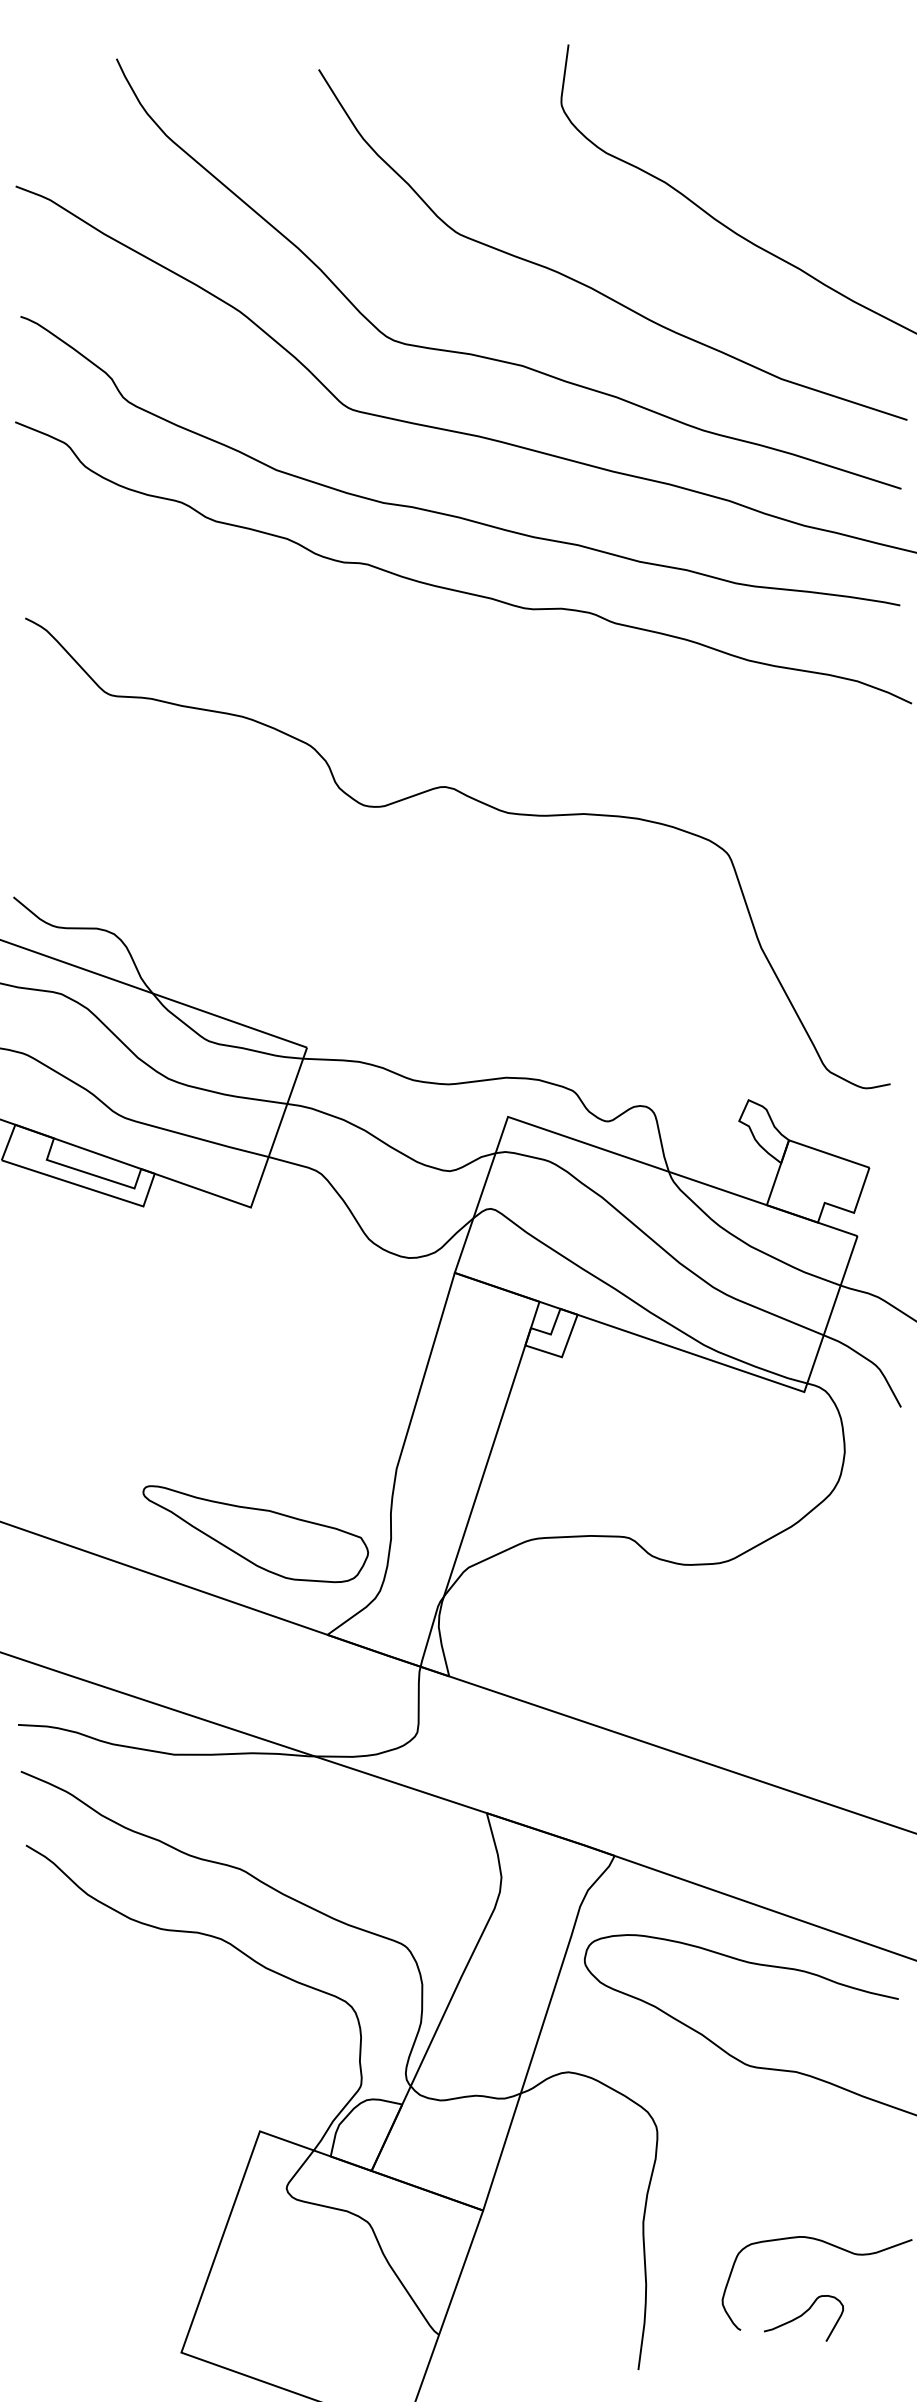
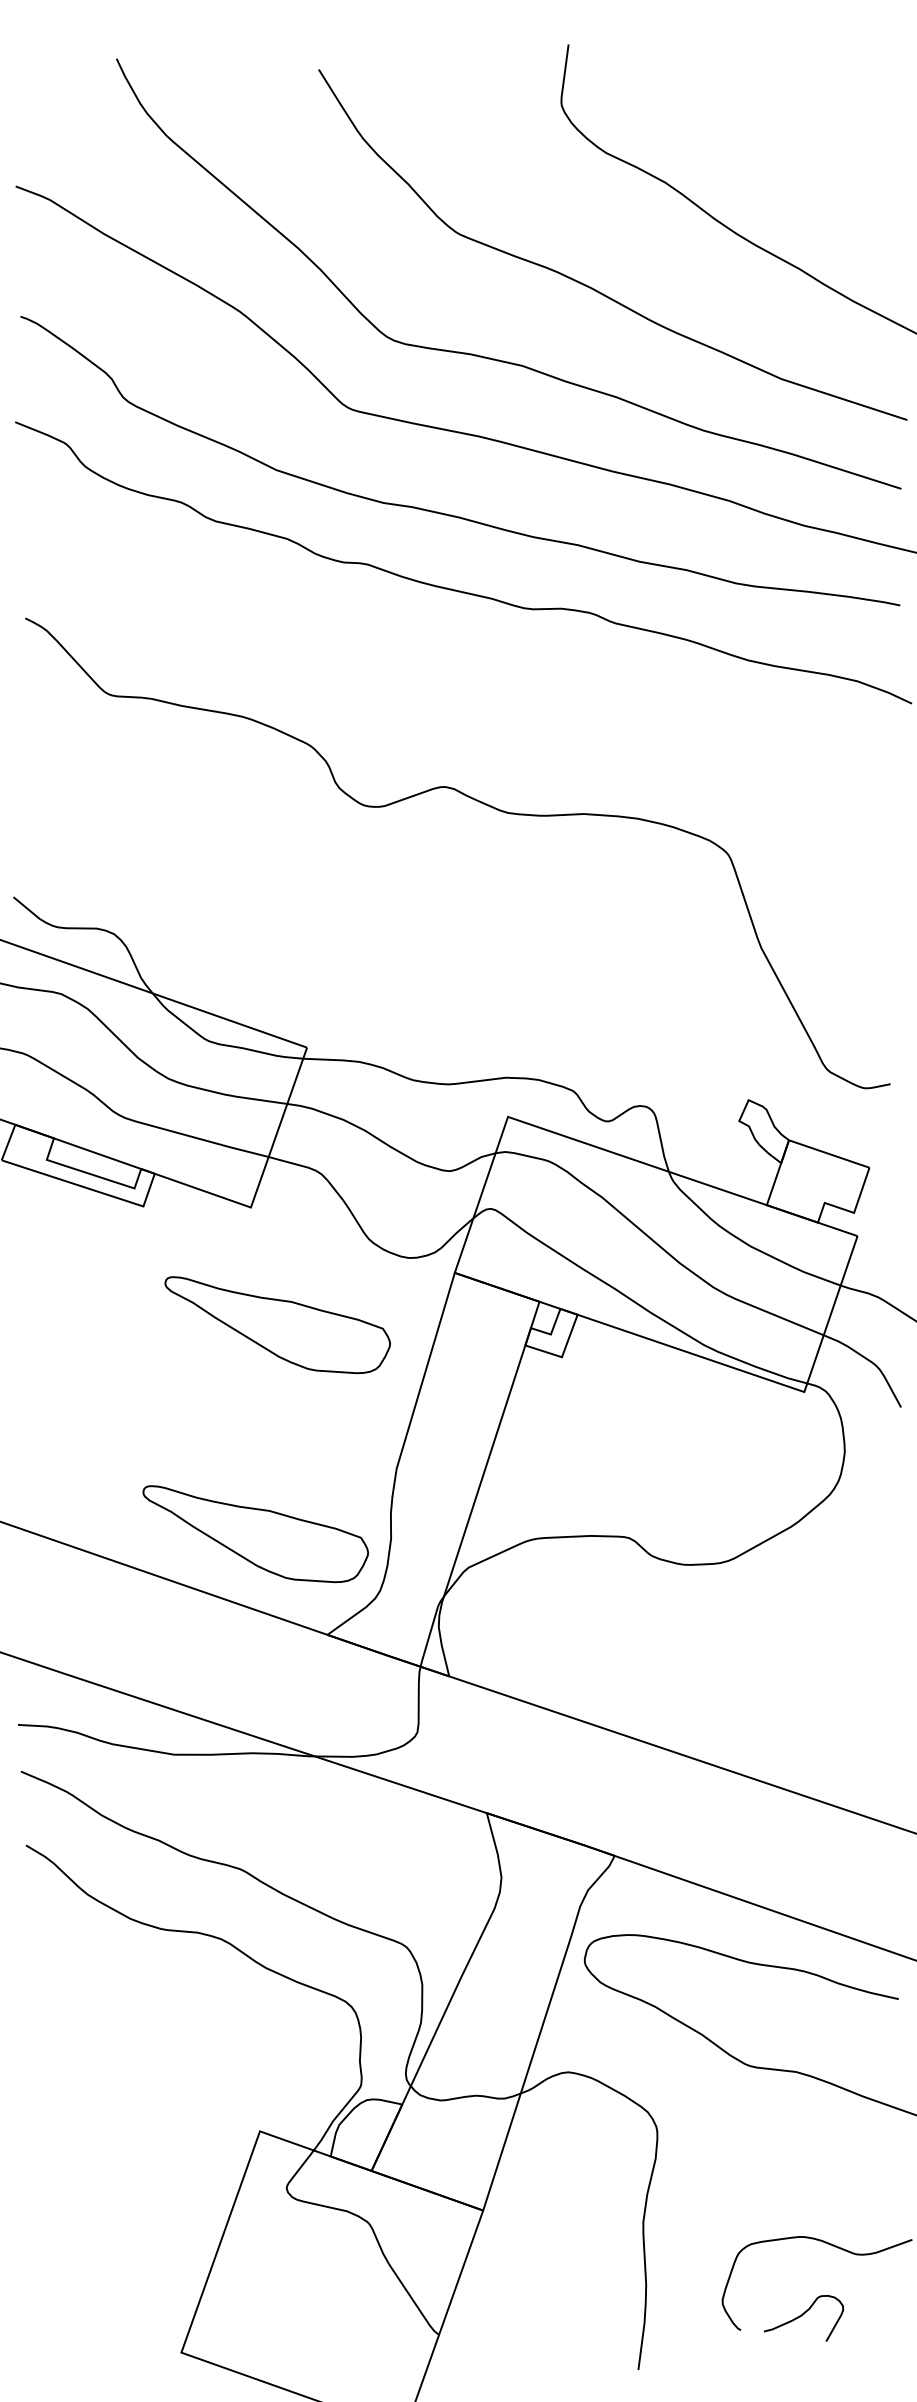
part at (277, 1325): none -> present
